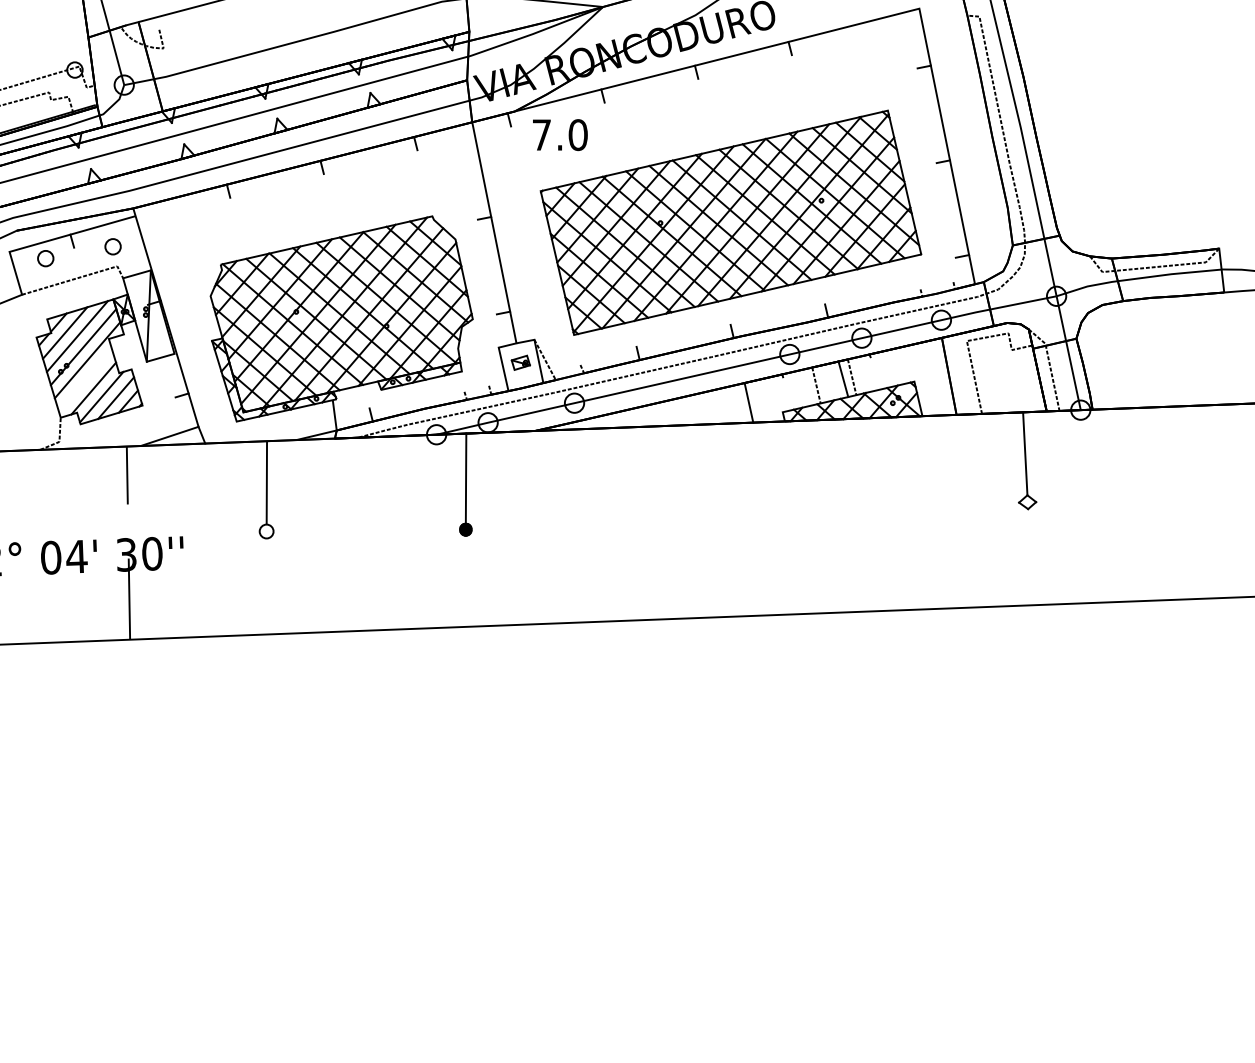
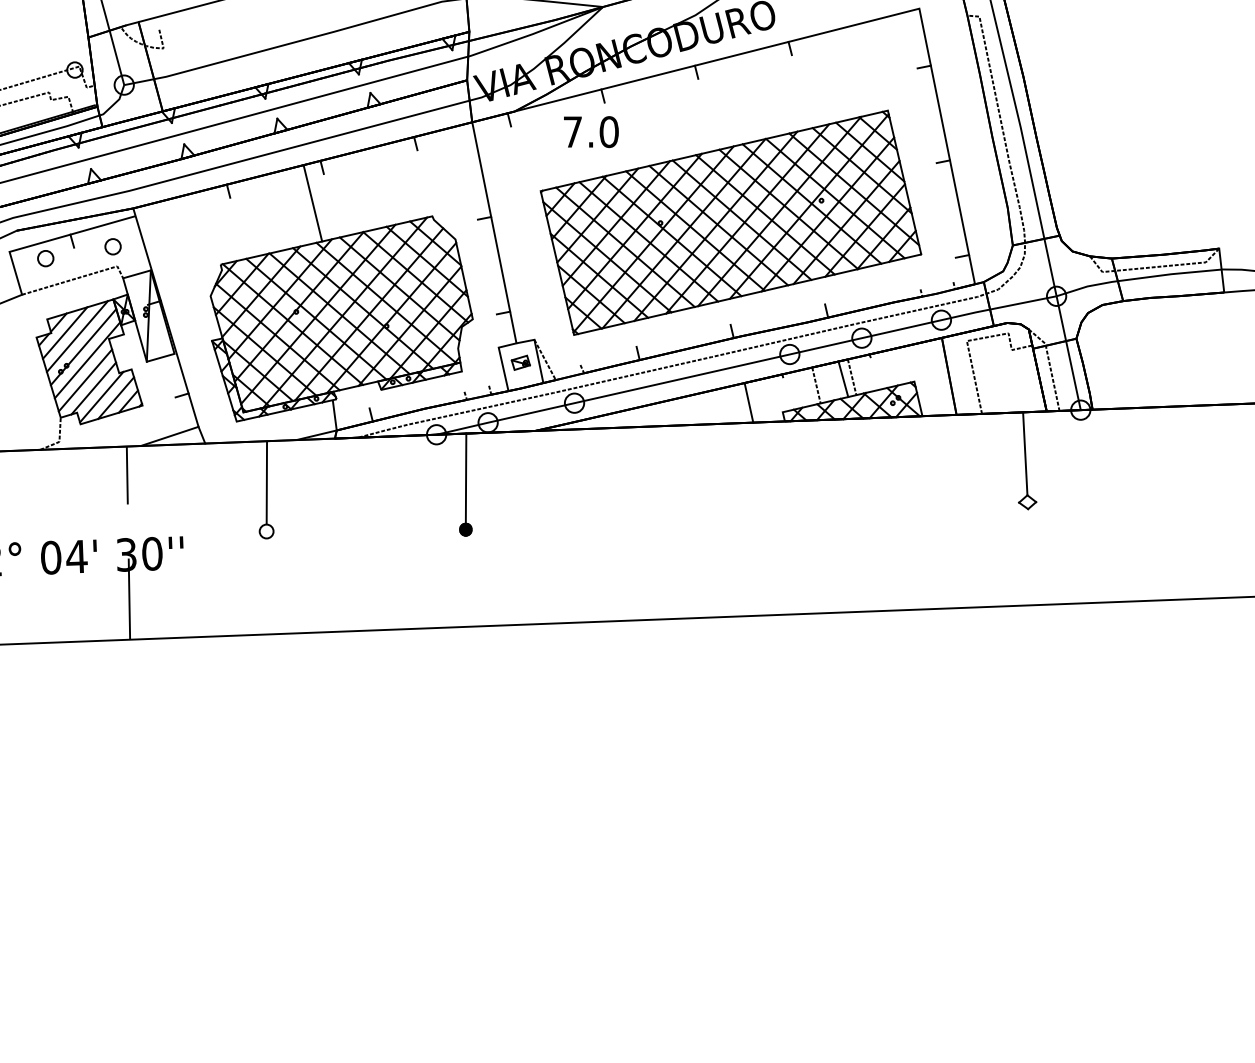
text at (560, 135) position: (560, 135) -> (591, 132)
line at (312, 203): none -> present
line at (85, 380): none -> present
